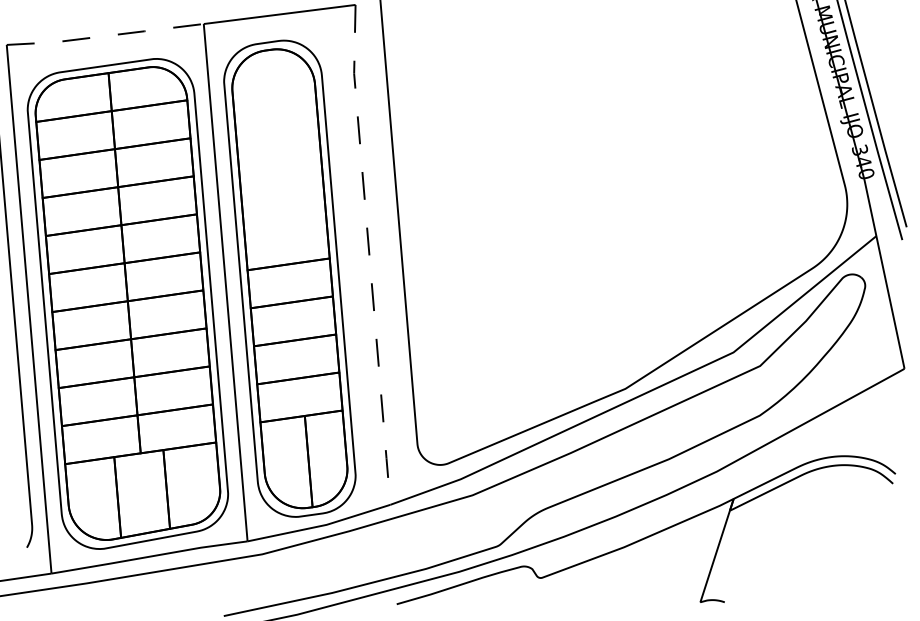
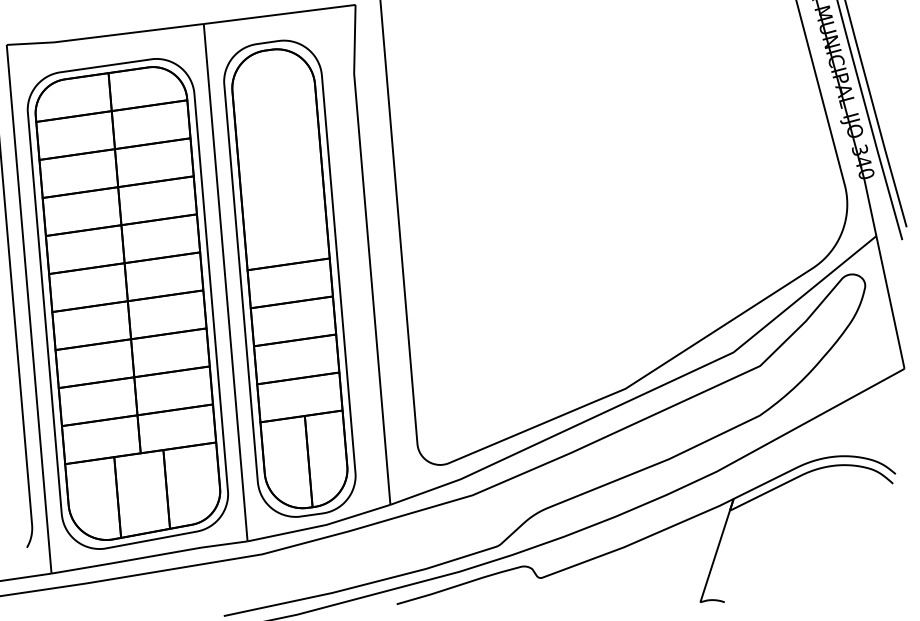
line at (105, 36): dashed -> solid
line at (369, 255): dashed -> solid
